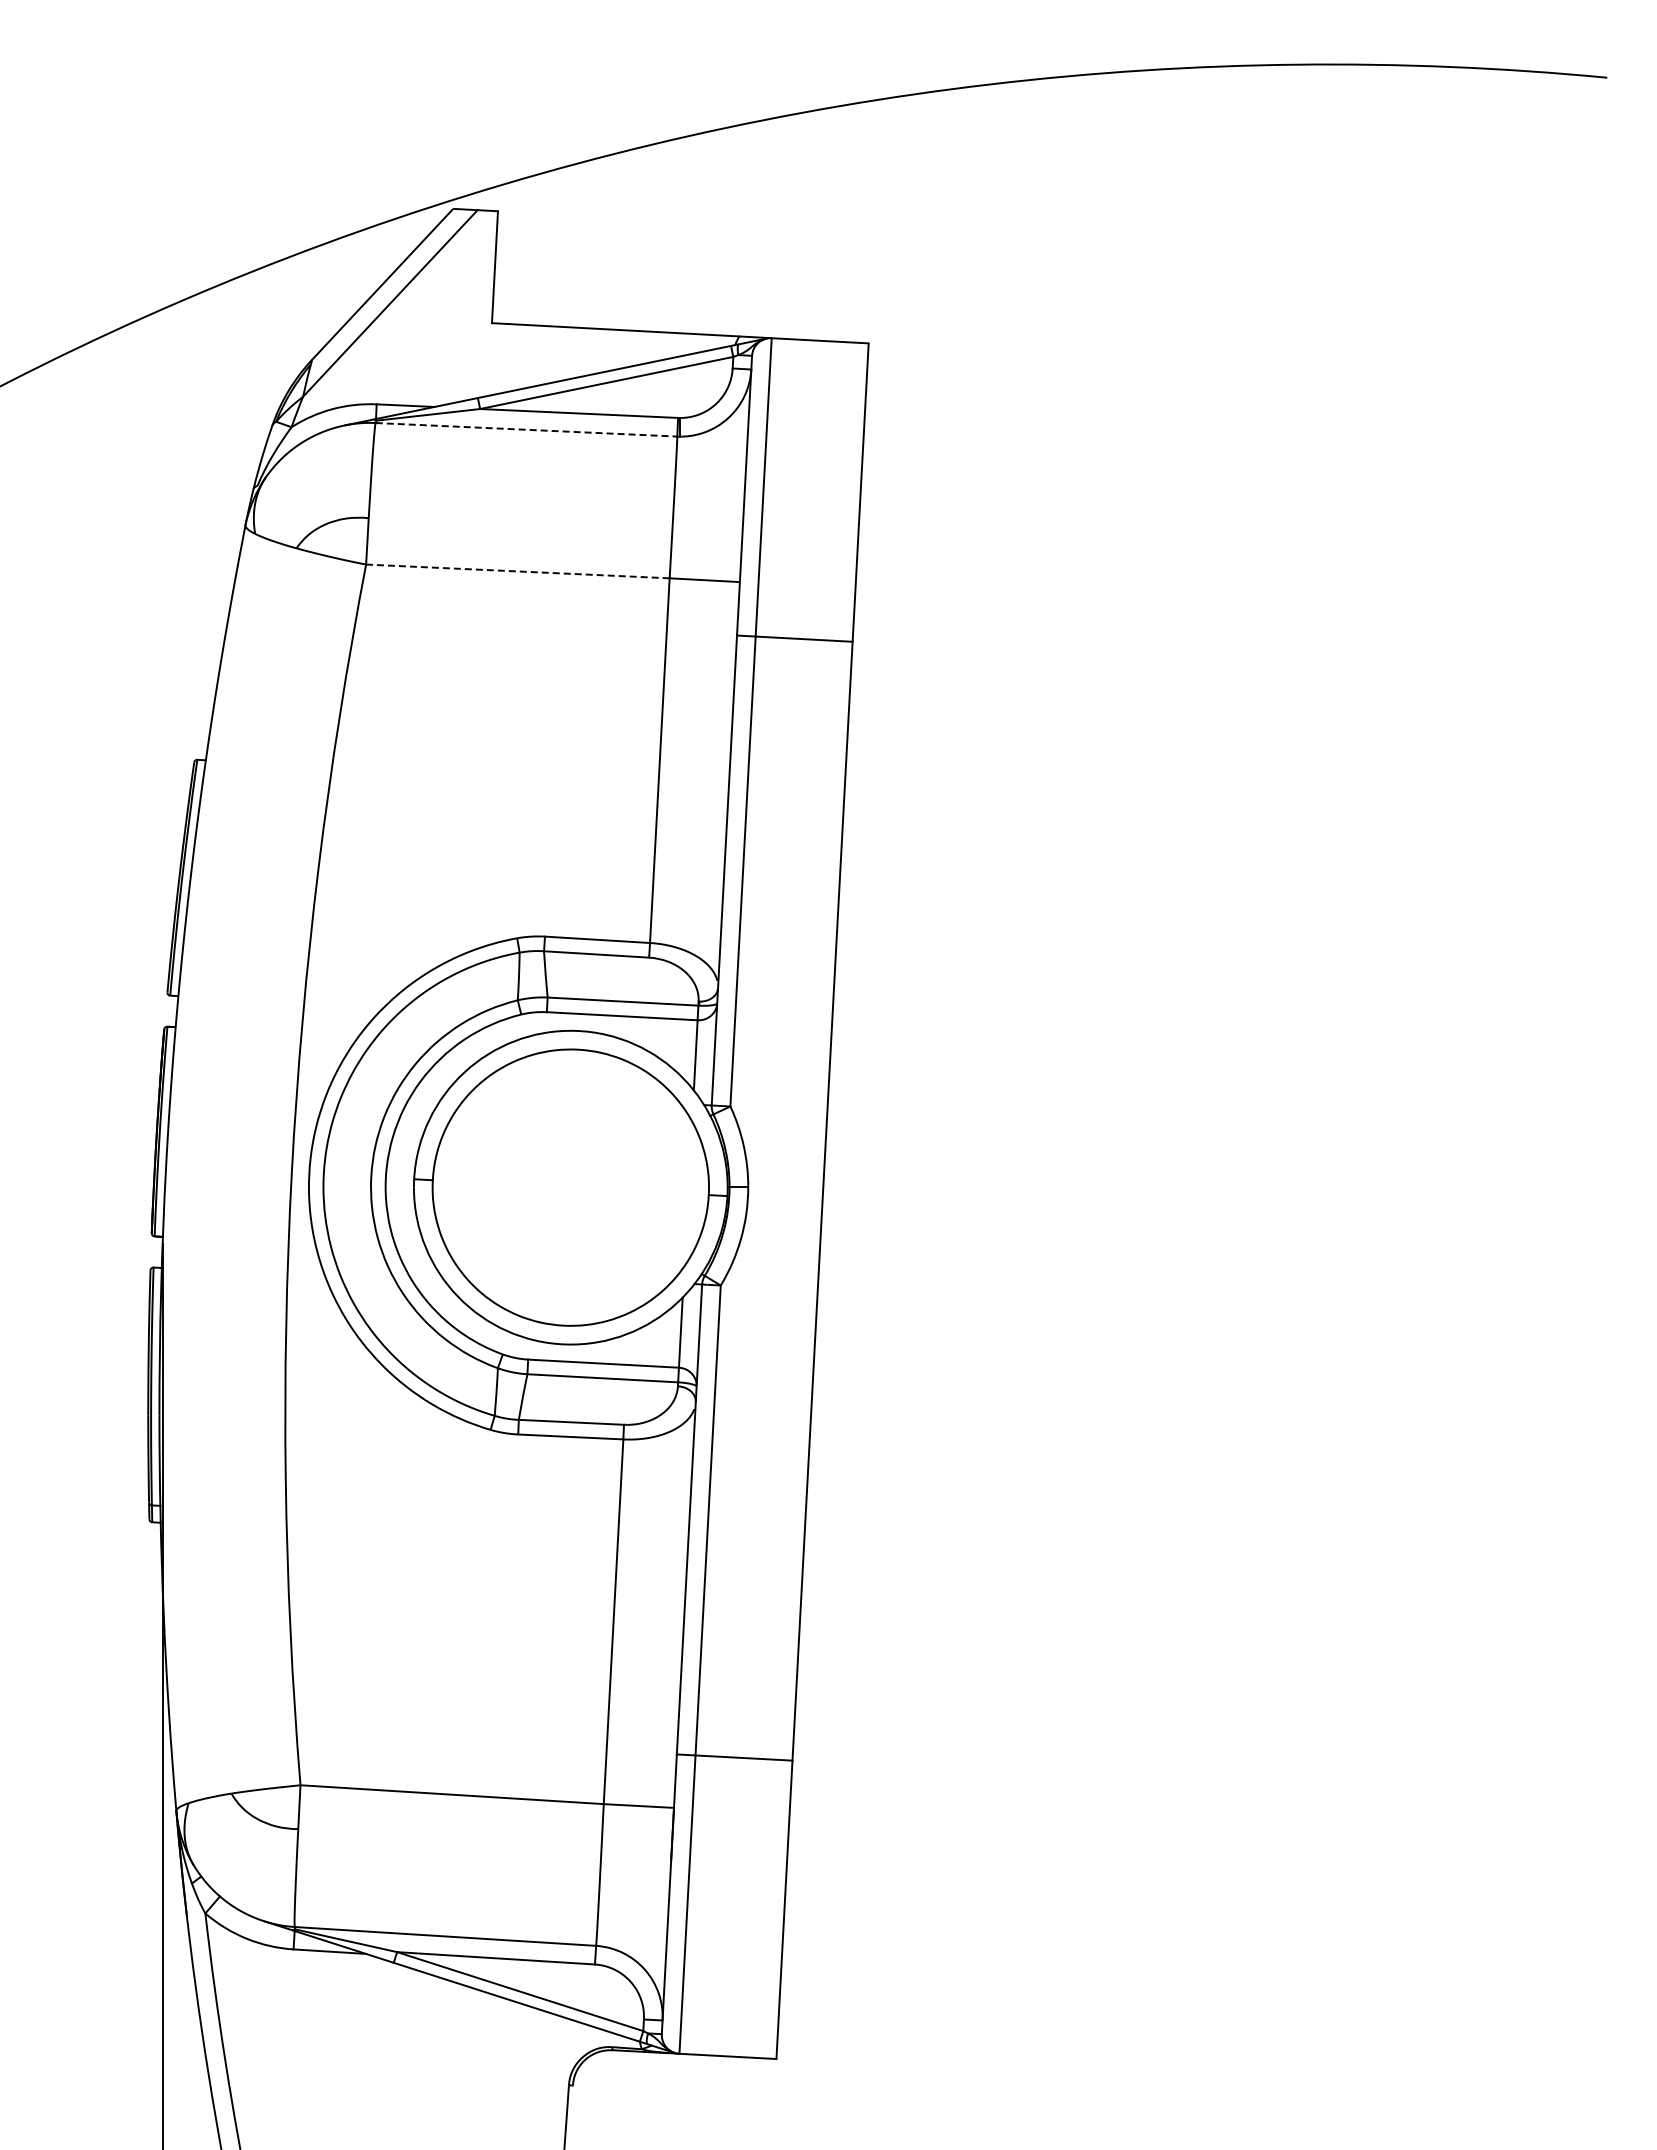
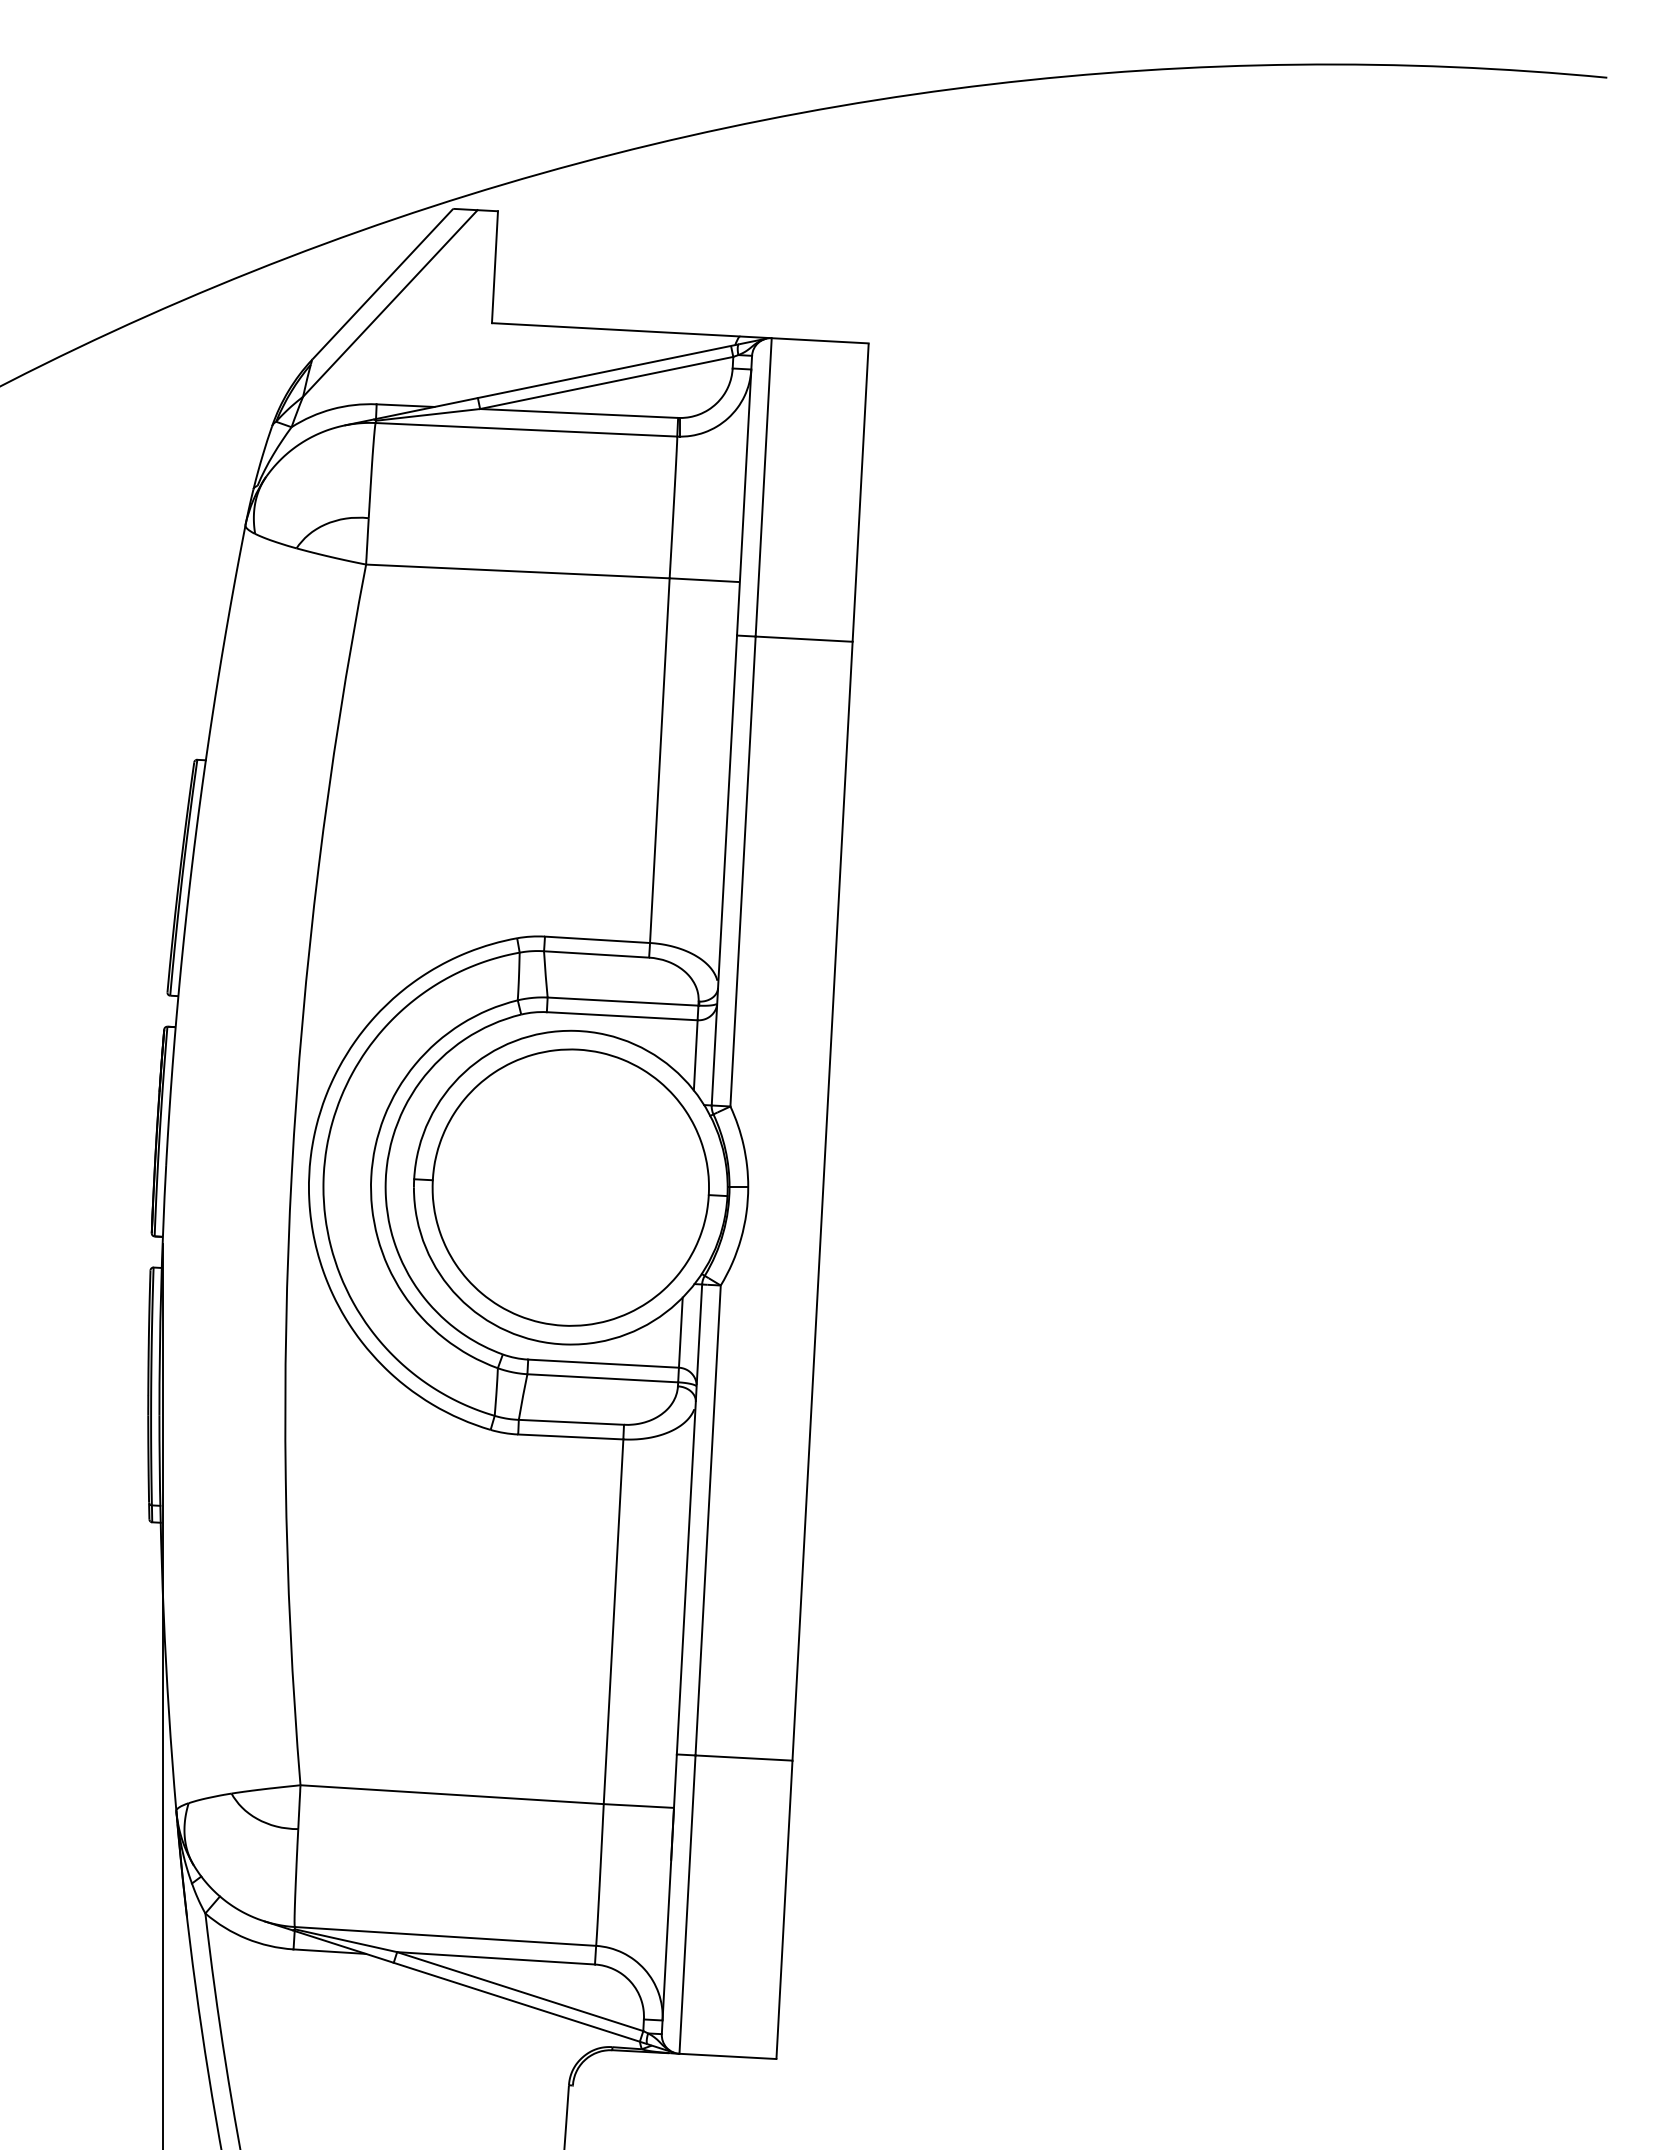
line at (526, 429): dashed -> solid
line at (517, 571): dashed -> solid
